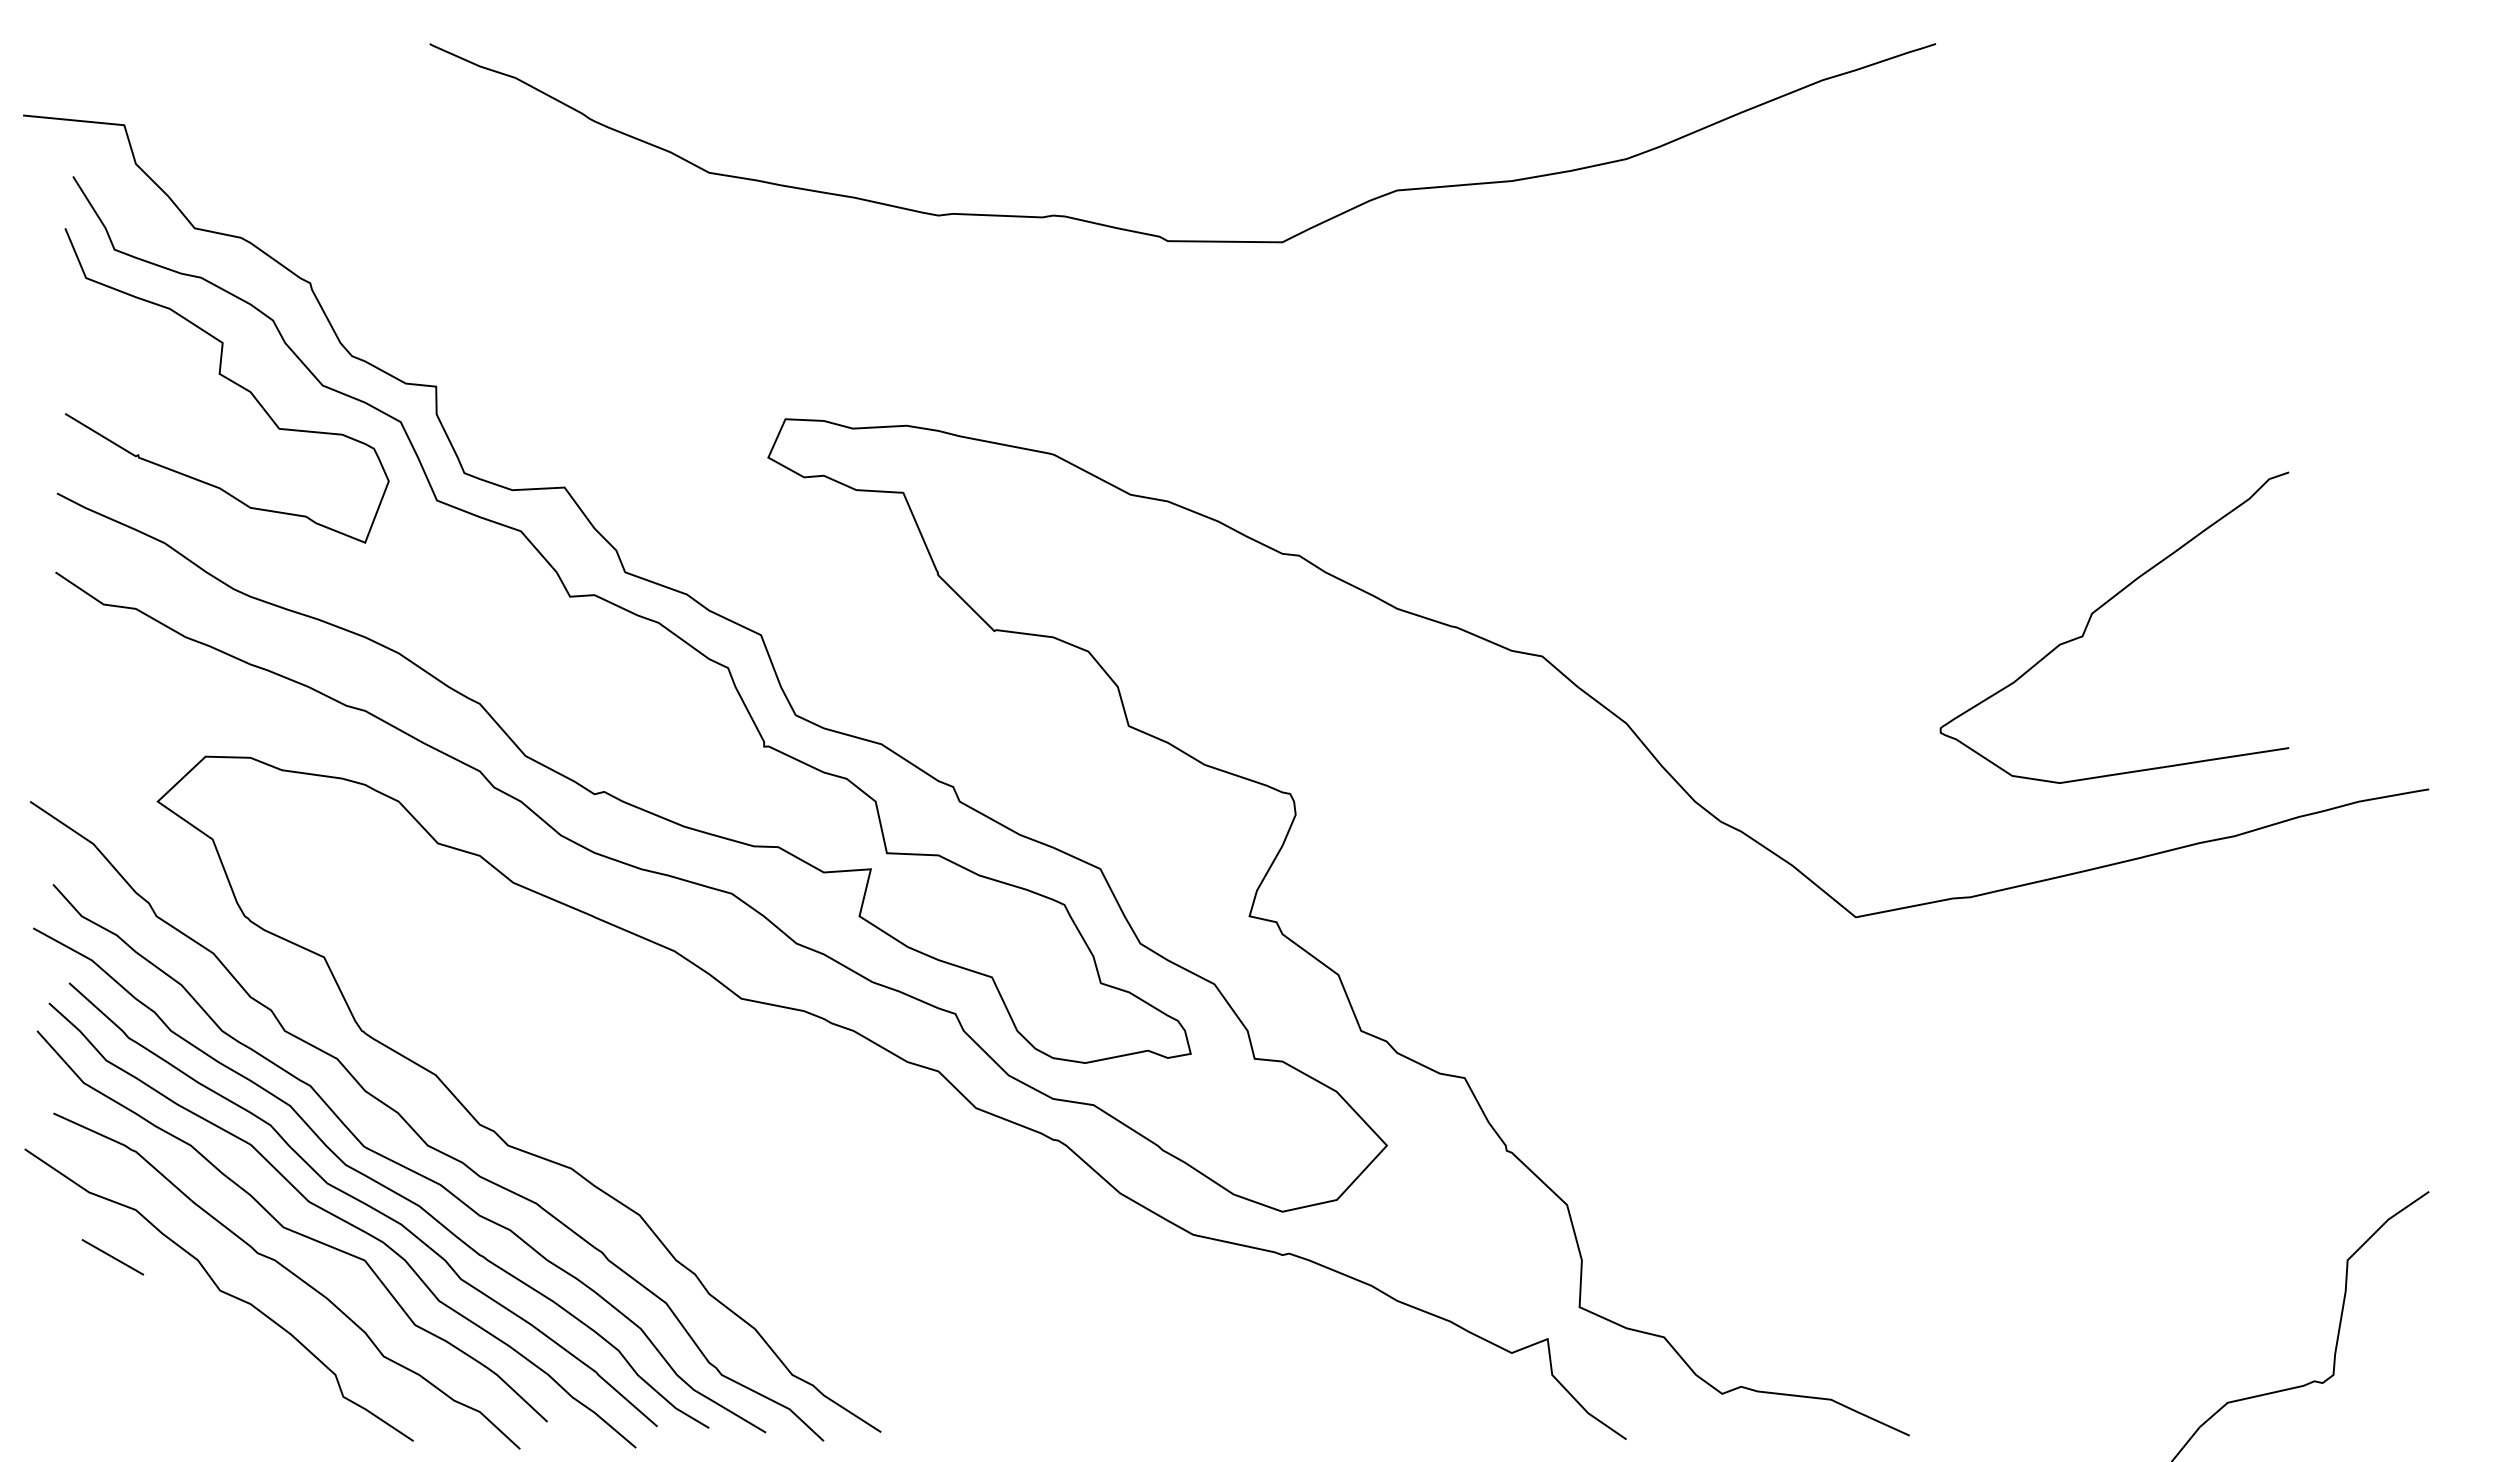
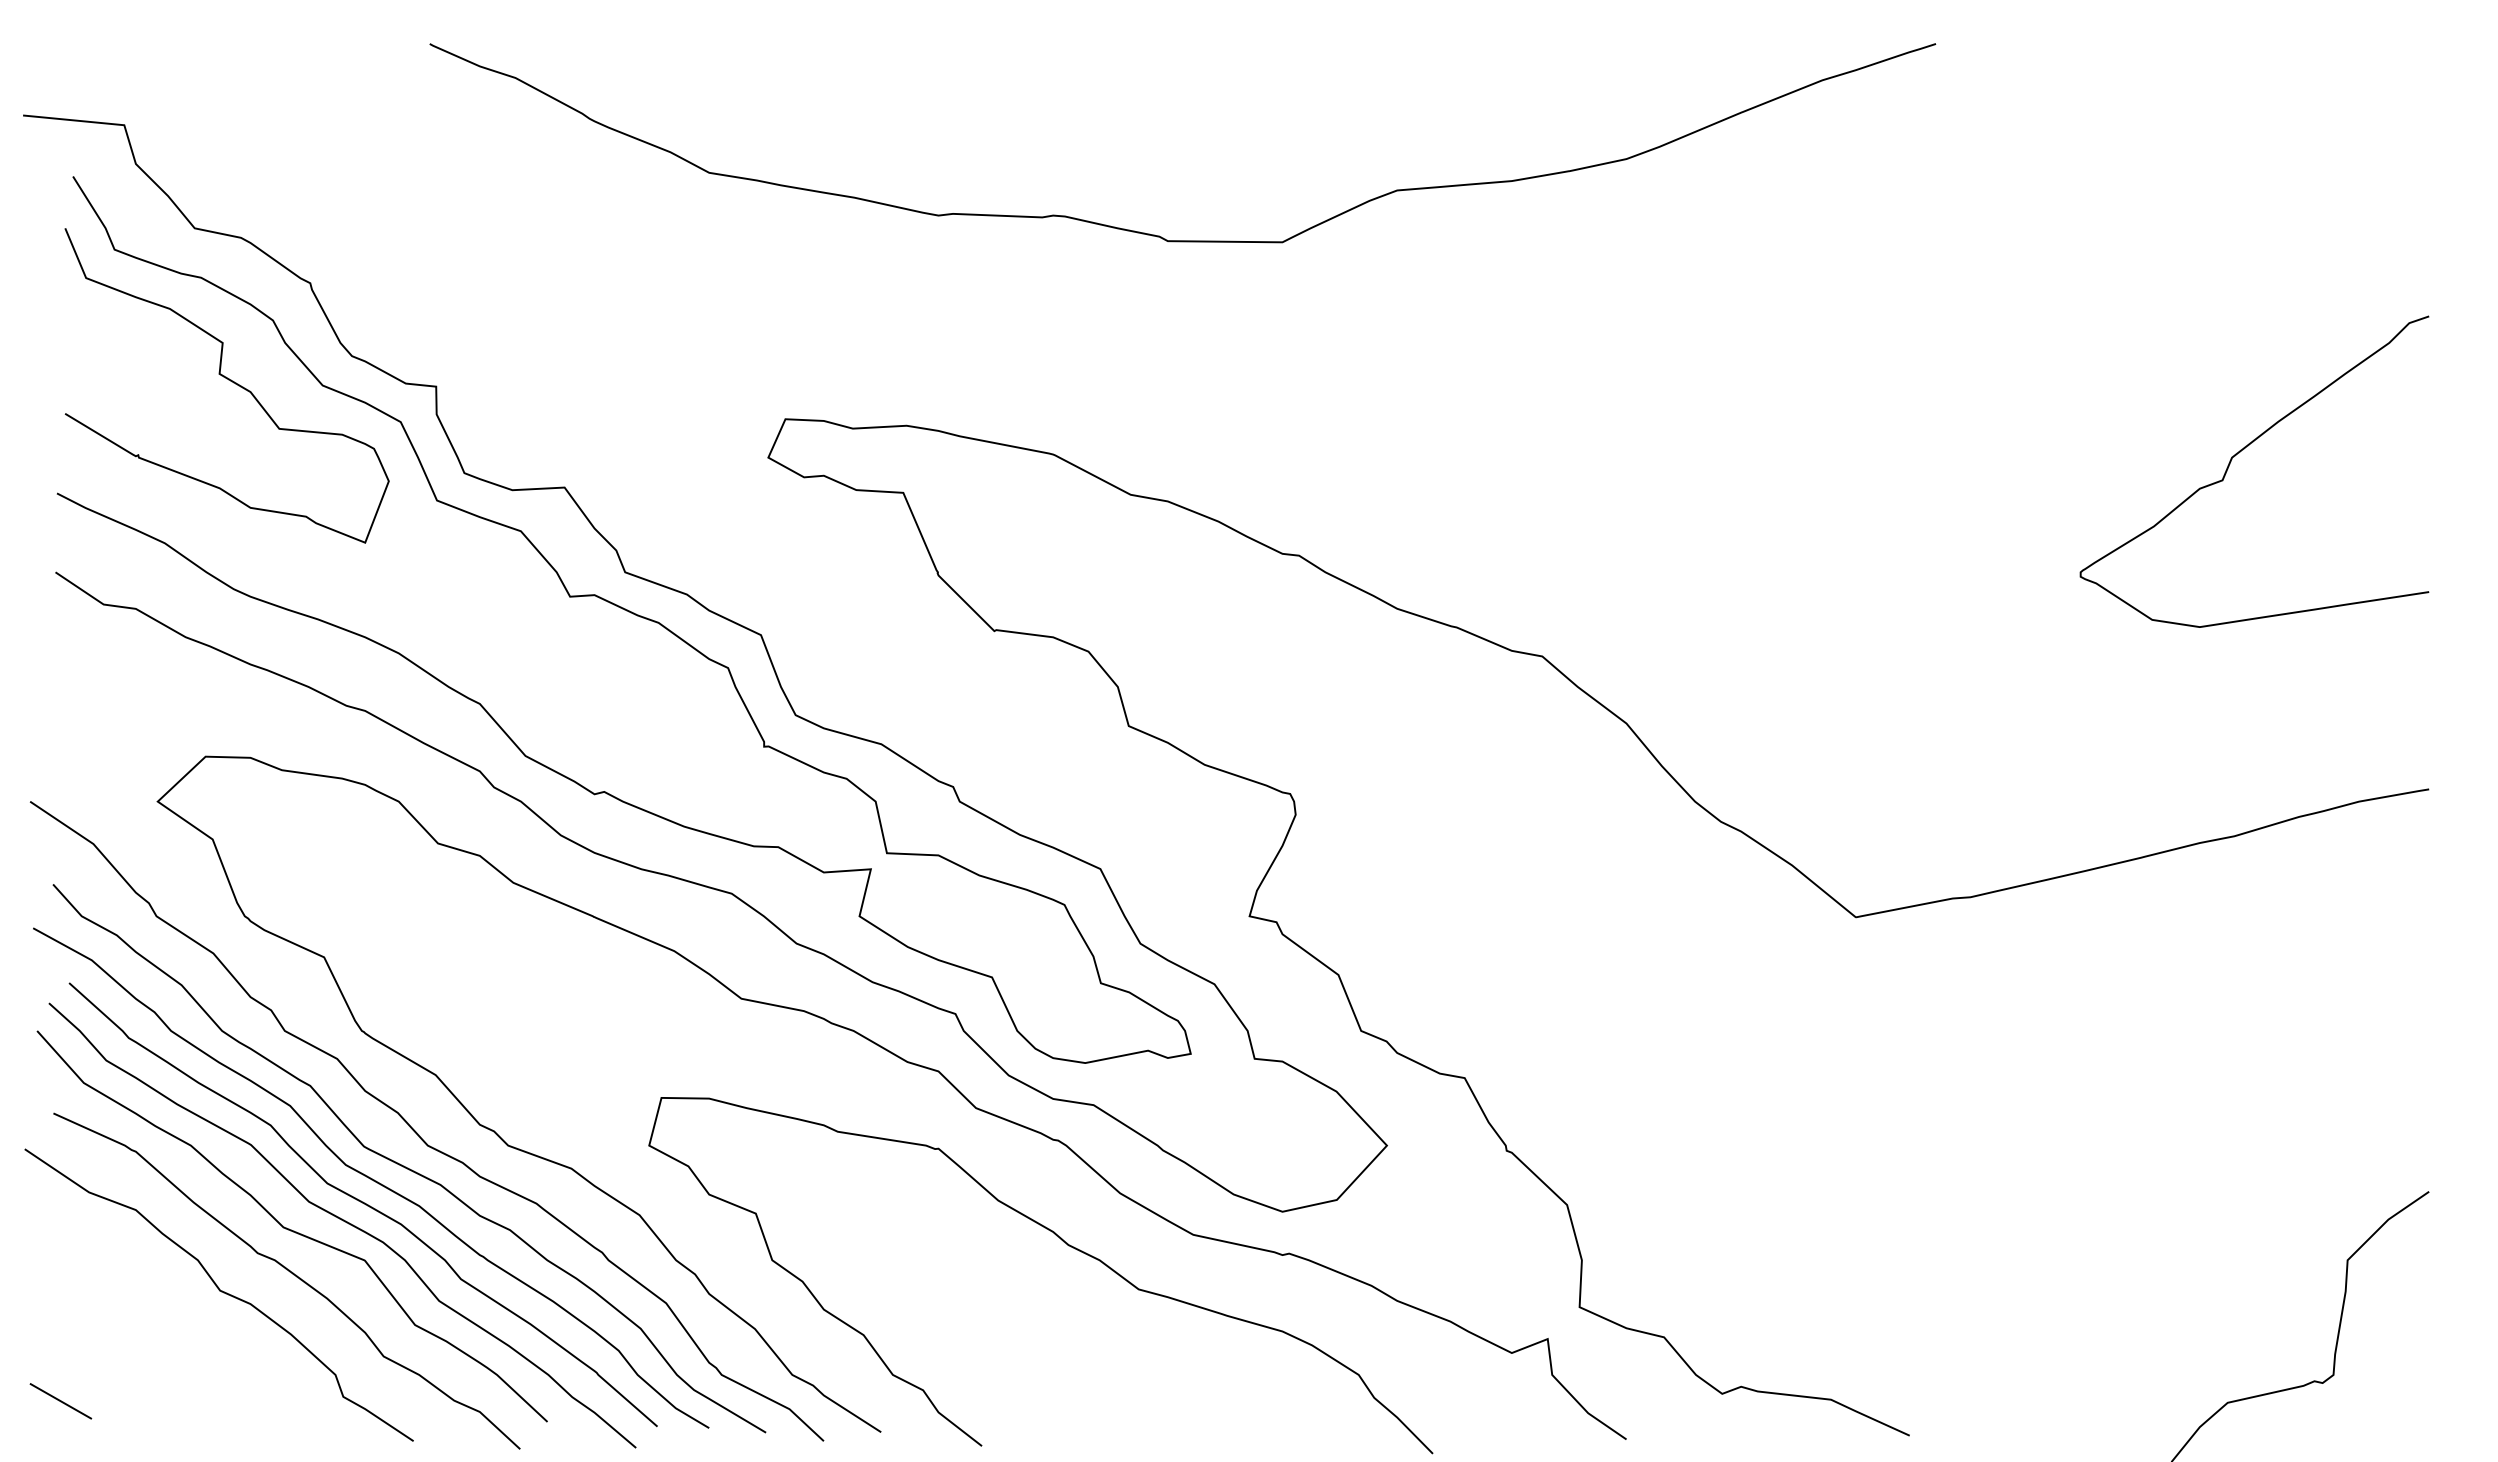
curve at (2099, 609) position: (2099, 609) -> (2239, 453)
curve at (1063, 1242): none -> present
line at (112, 1257) position: (112, 1257) -> (60, 1401)
